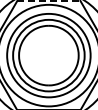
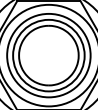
line at (48, 0): dashed -> solid
